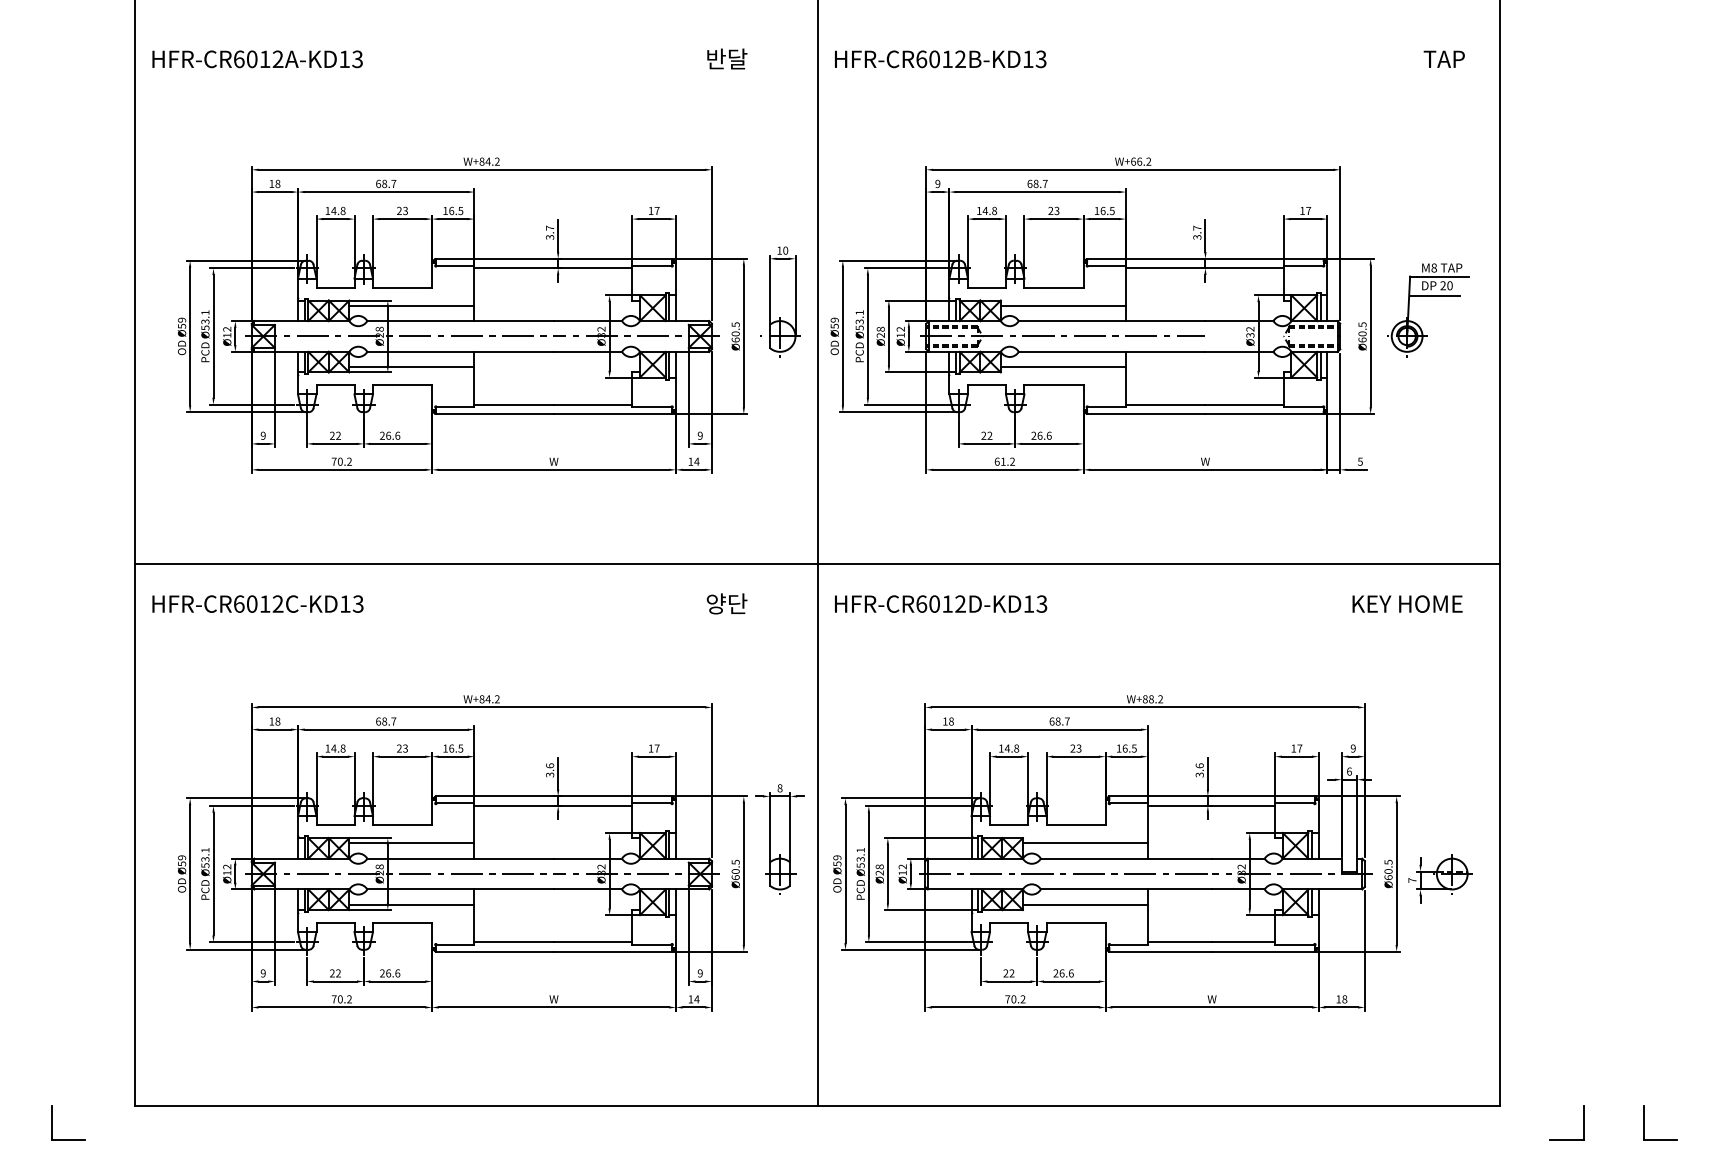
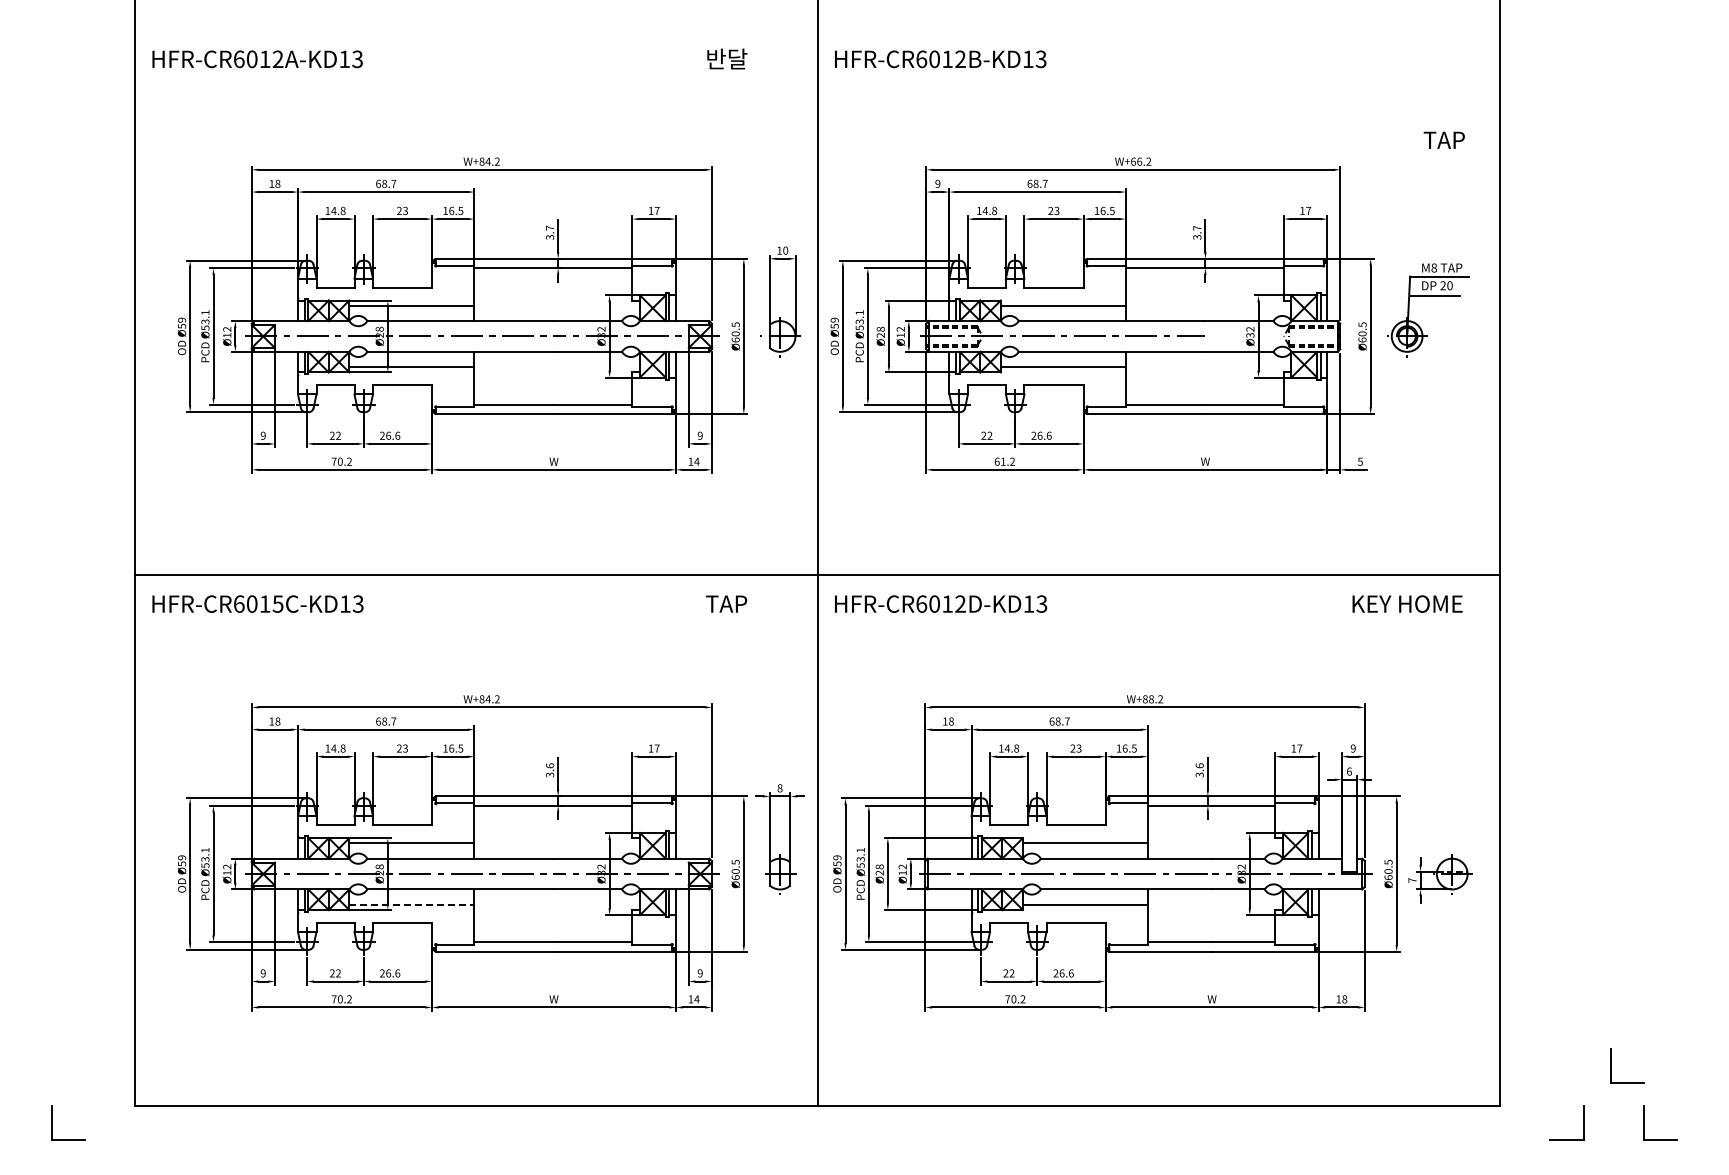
text at (1443, 58) position: (1443, 58) -> (1443, 139)
line at (817, 564) position: (817, 564) -> (817, 575)
text at (277, 603): HFR-CR6012C-KD13 -> HFR-CR6015C-KD13
text at (726, 603): 양단 -> TAP
line at (411, 904): solid -> dashed
part at (1611, 1065): none -> present
